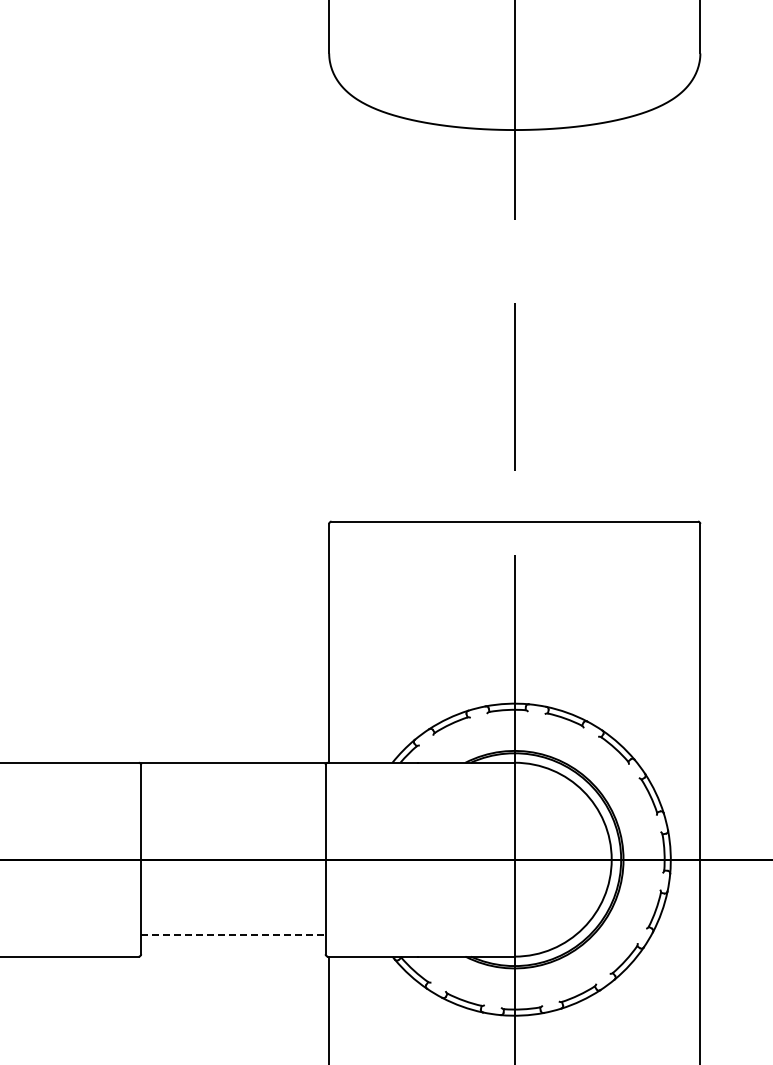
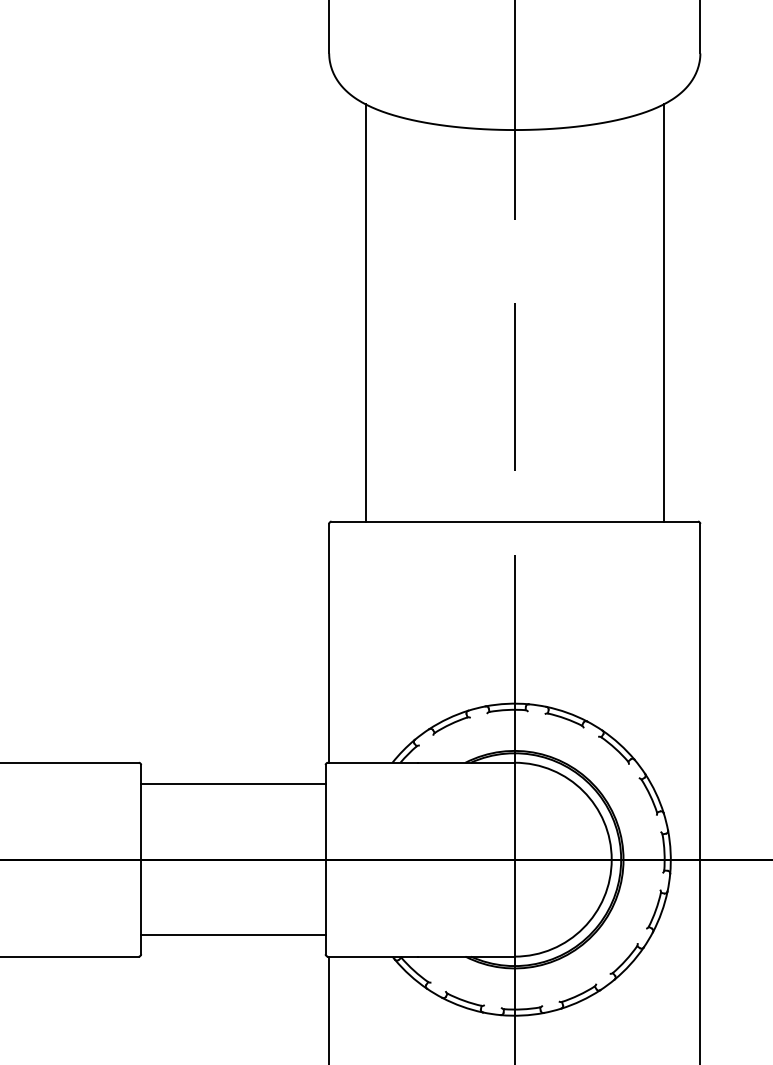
line at (365, 312): none -> present
line at (663, 312): none -> present
line at (233, 763) position: (233, 763) -> (233, 784)
line at (233, 935): dashed -> solid
